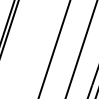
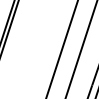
line at (54, 48) position: (54, 48) -> (62, 48)
